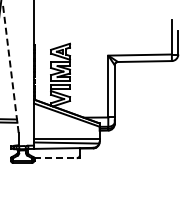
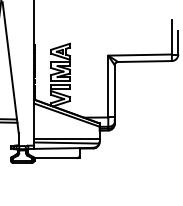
line at (10, 67): dashed -> solid
line at (55, 158): dashed -> solid
